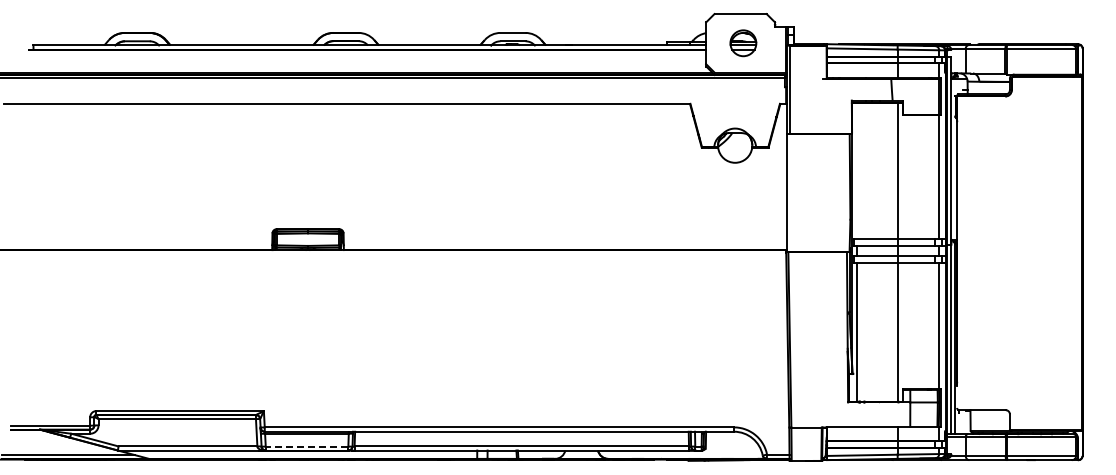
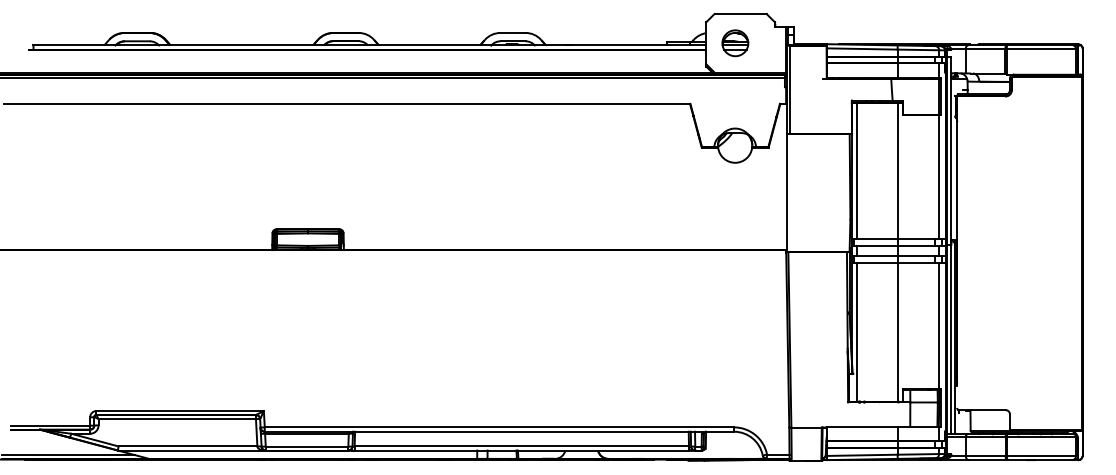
part at (743, 43) position: (743, 43) -> (735, 43)
line at (857, 170): none -> present
line at (306, 446): dashed -> solid
